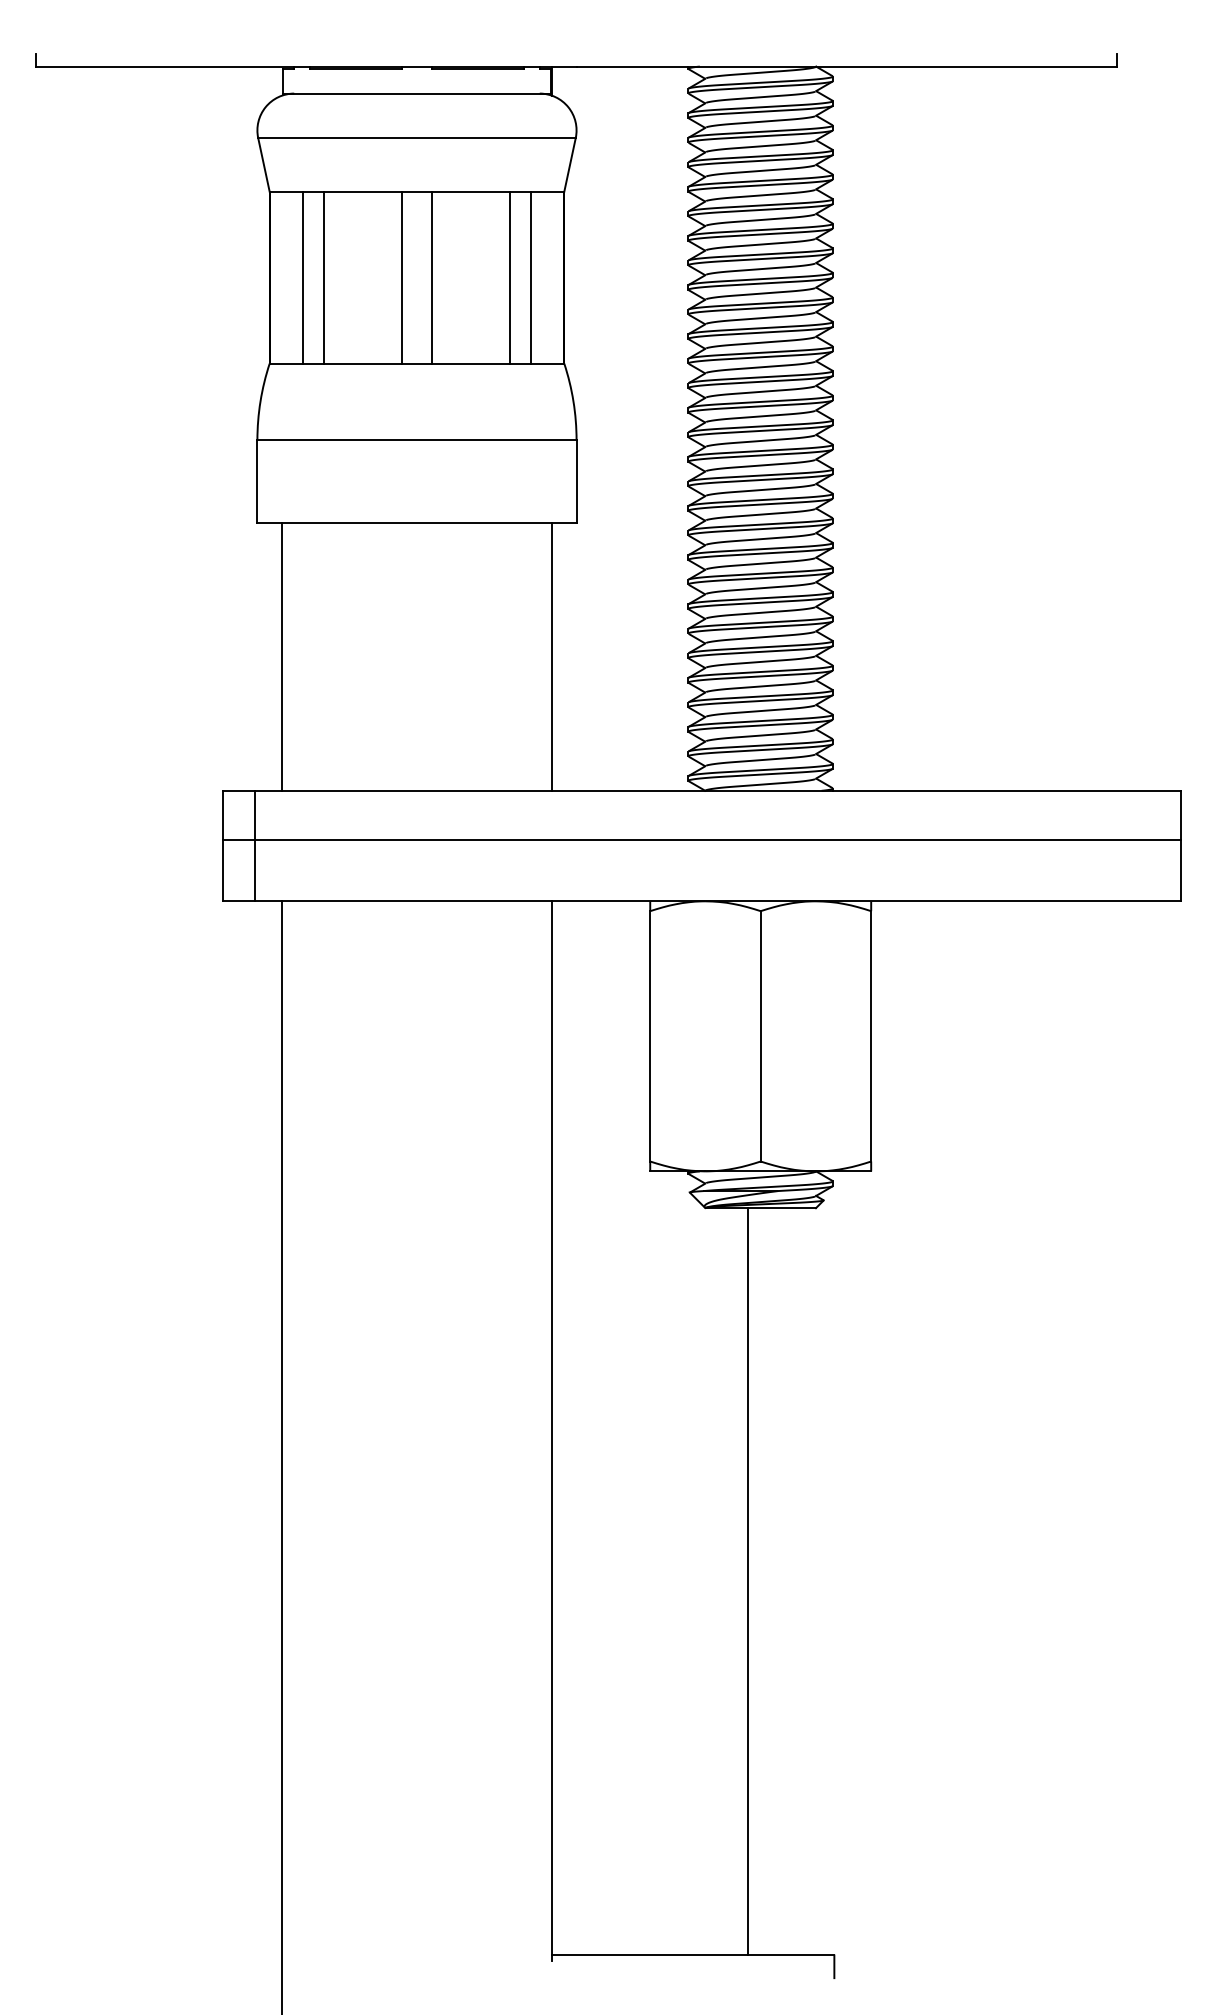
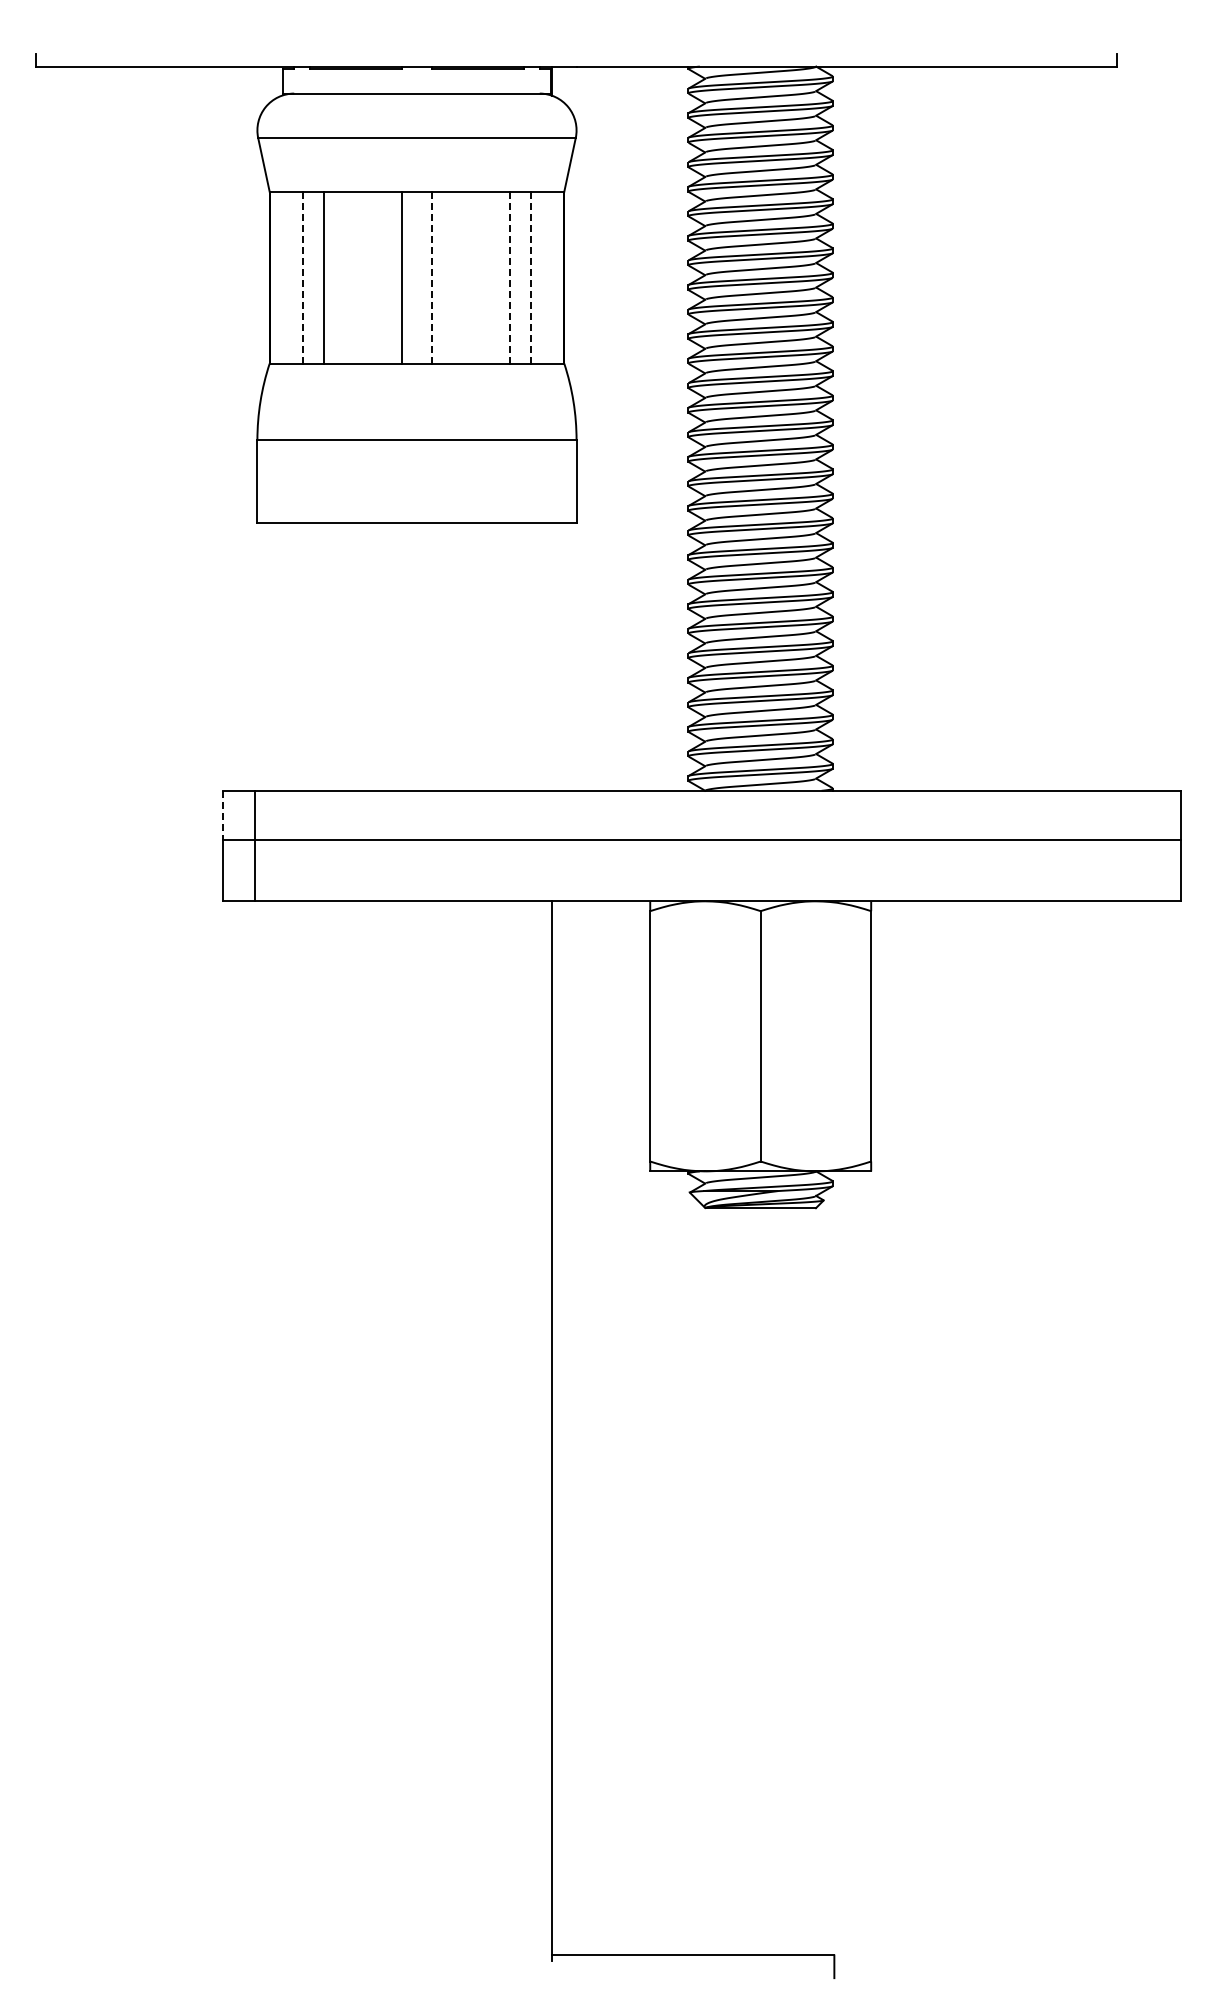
line at (302, 277): solid -> dashed
line at (432, 277): solid -> dashed
line at (509, 277): solid -> dashed
line at (531, 277): solid -> dashed
line at (281, 656): present -> none
line at (552, 656): present -> none
line at (223, 815): solid -> dashed
line at (281, 1456): present -> none
line at (748, 1581): present -> none
